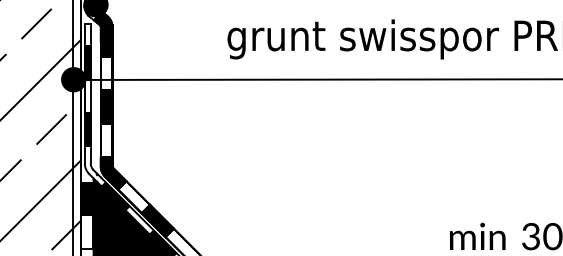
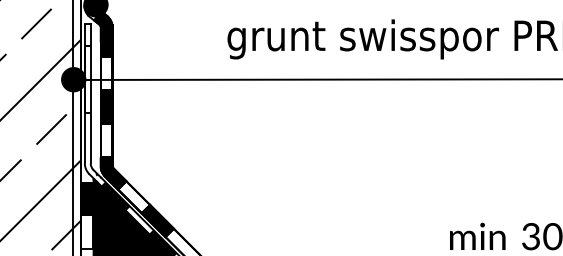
fill at (87, 62): present -> none
fill at (87, 129): present -> none
